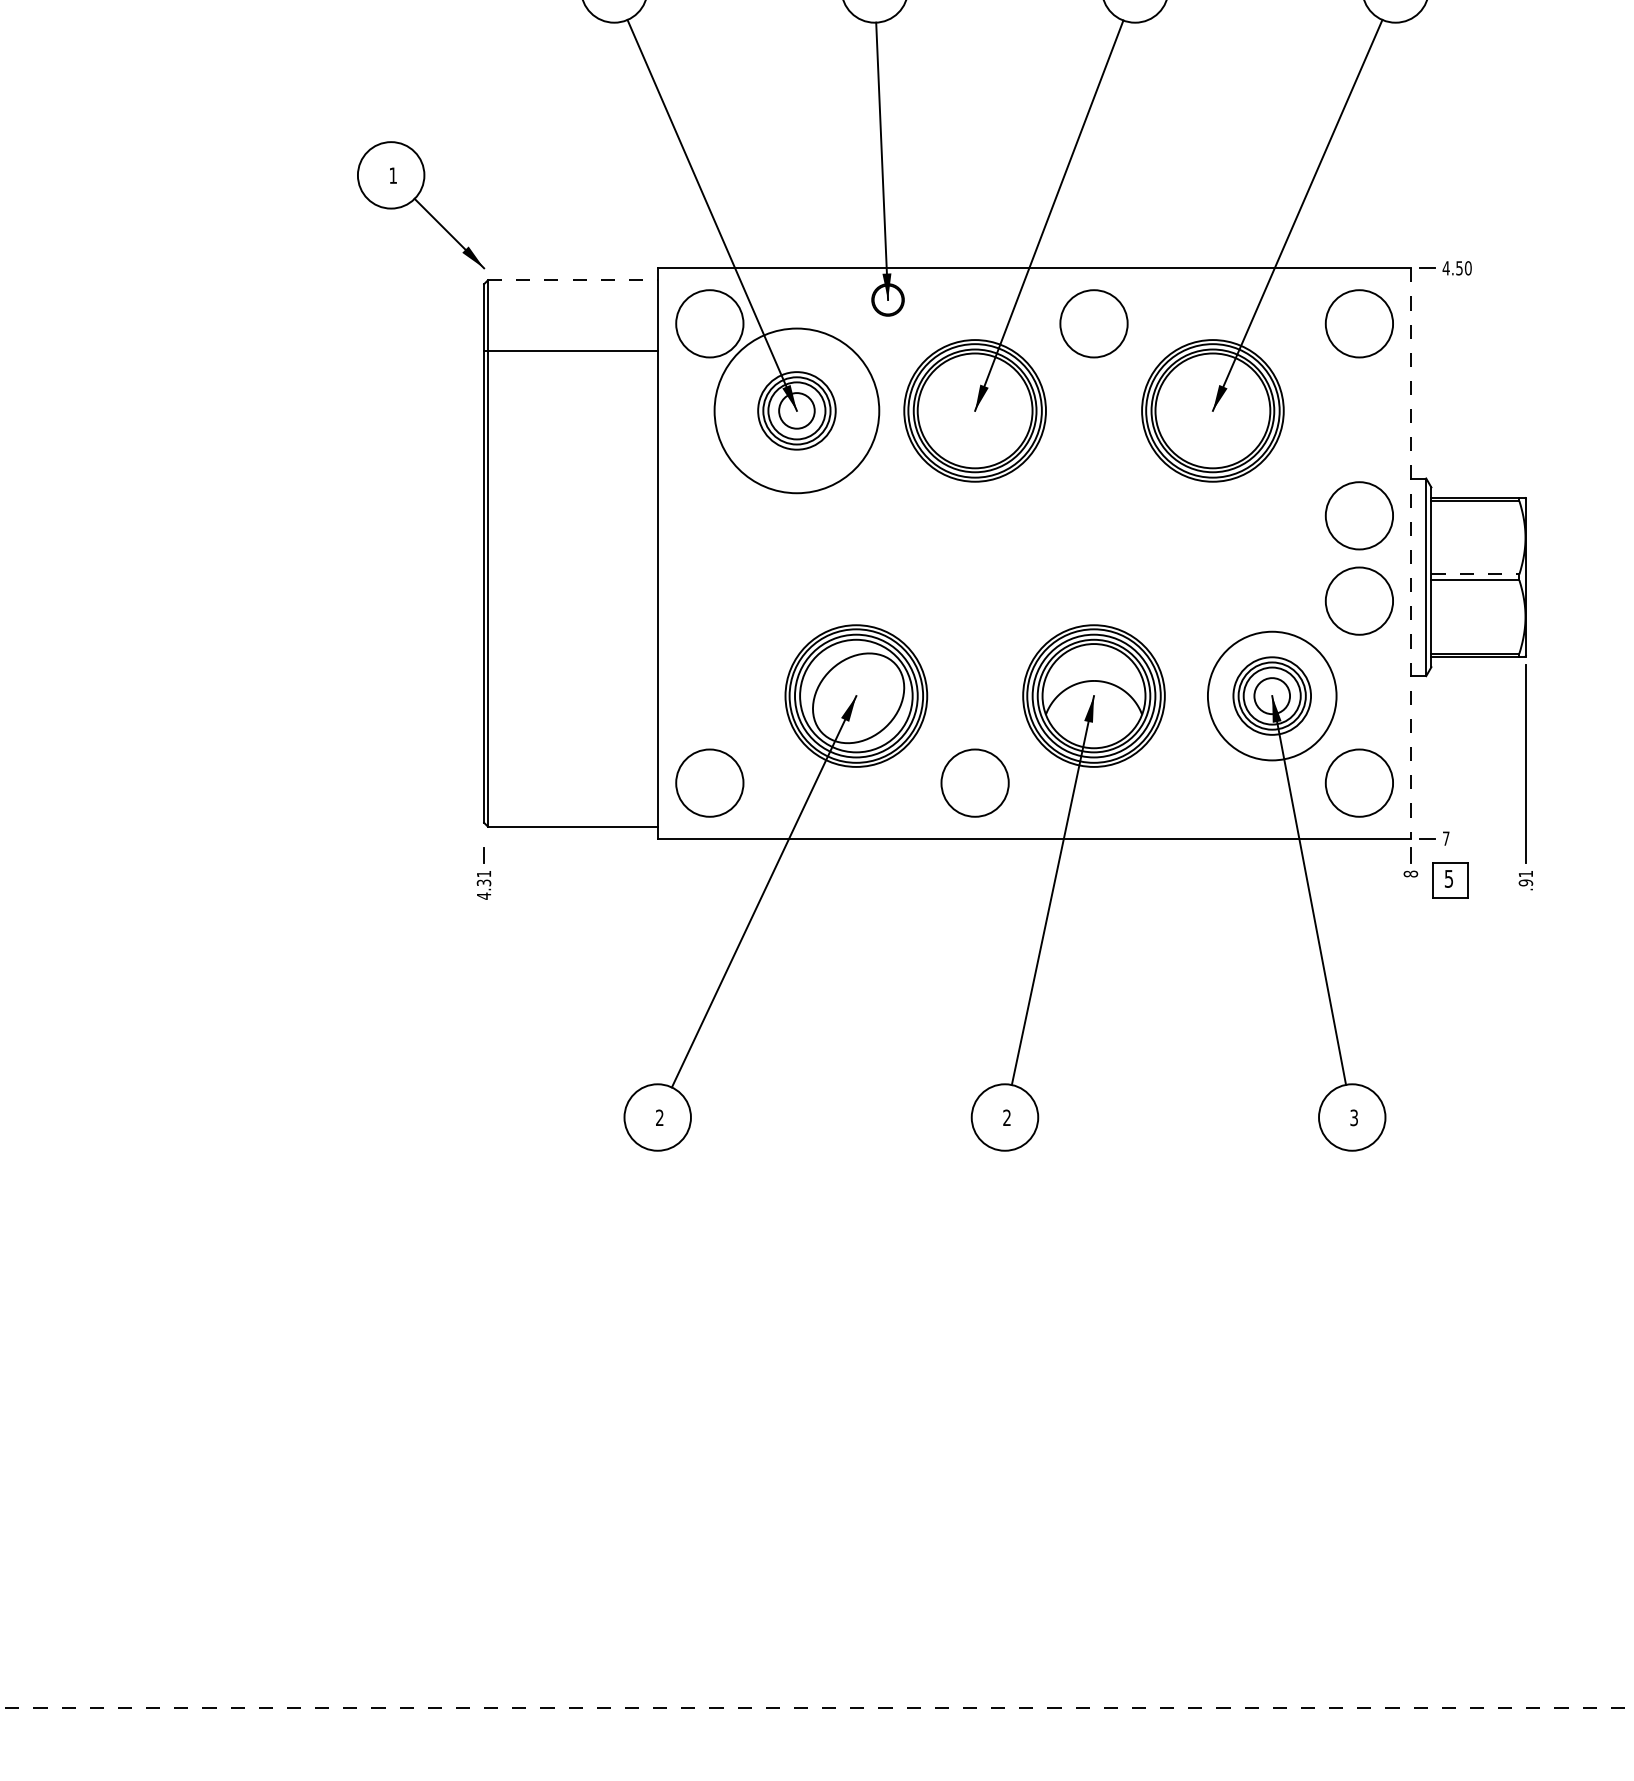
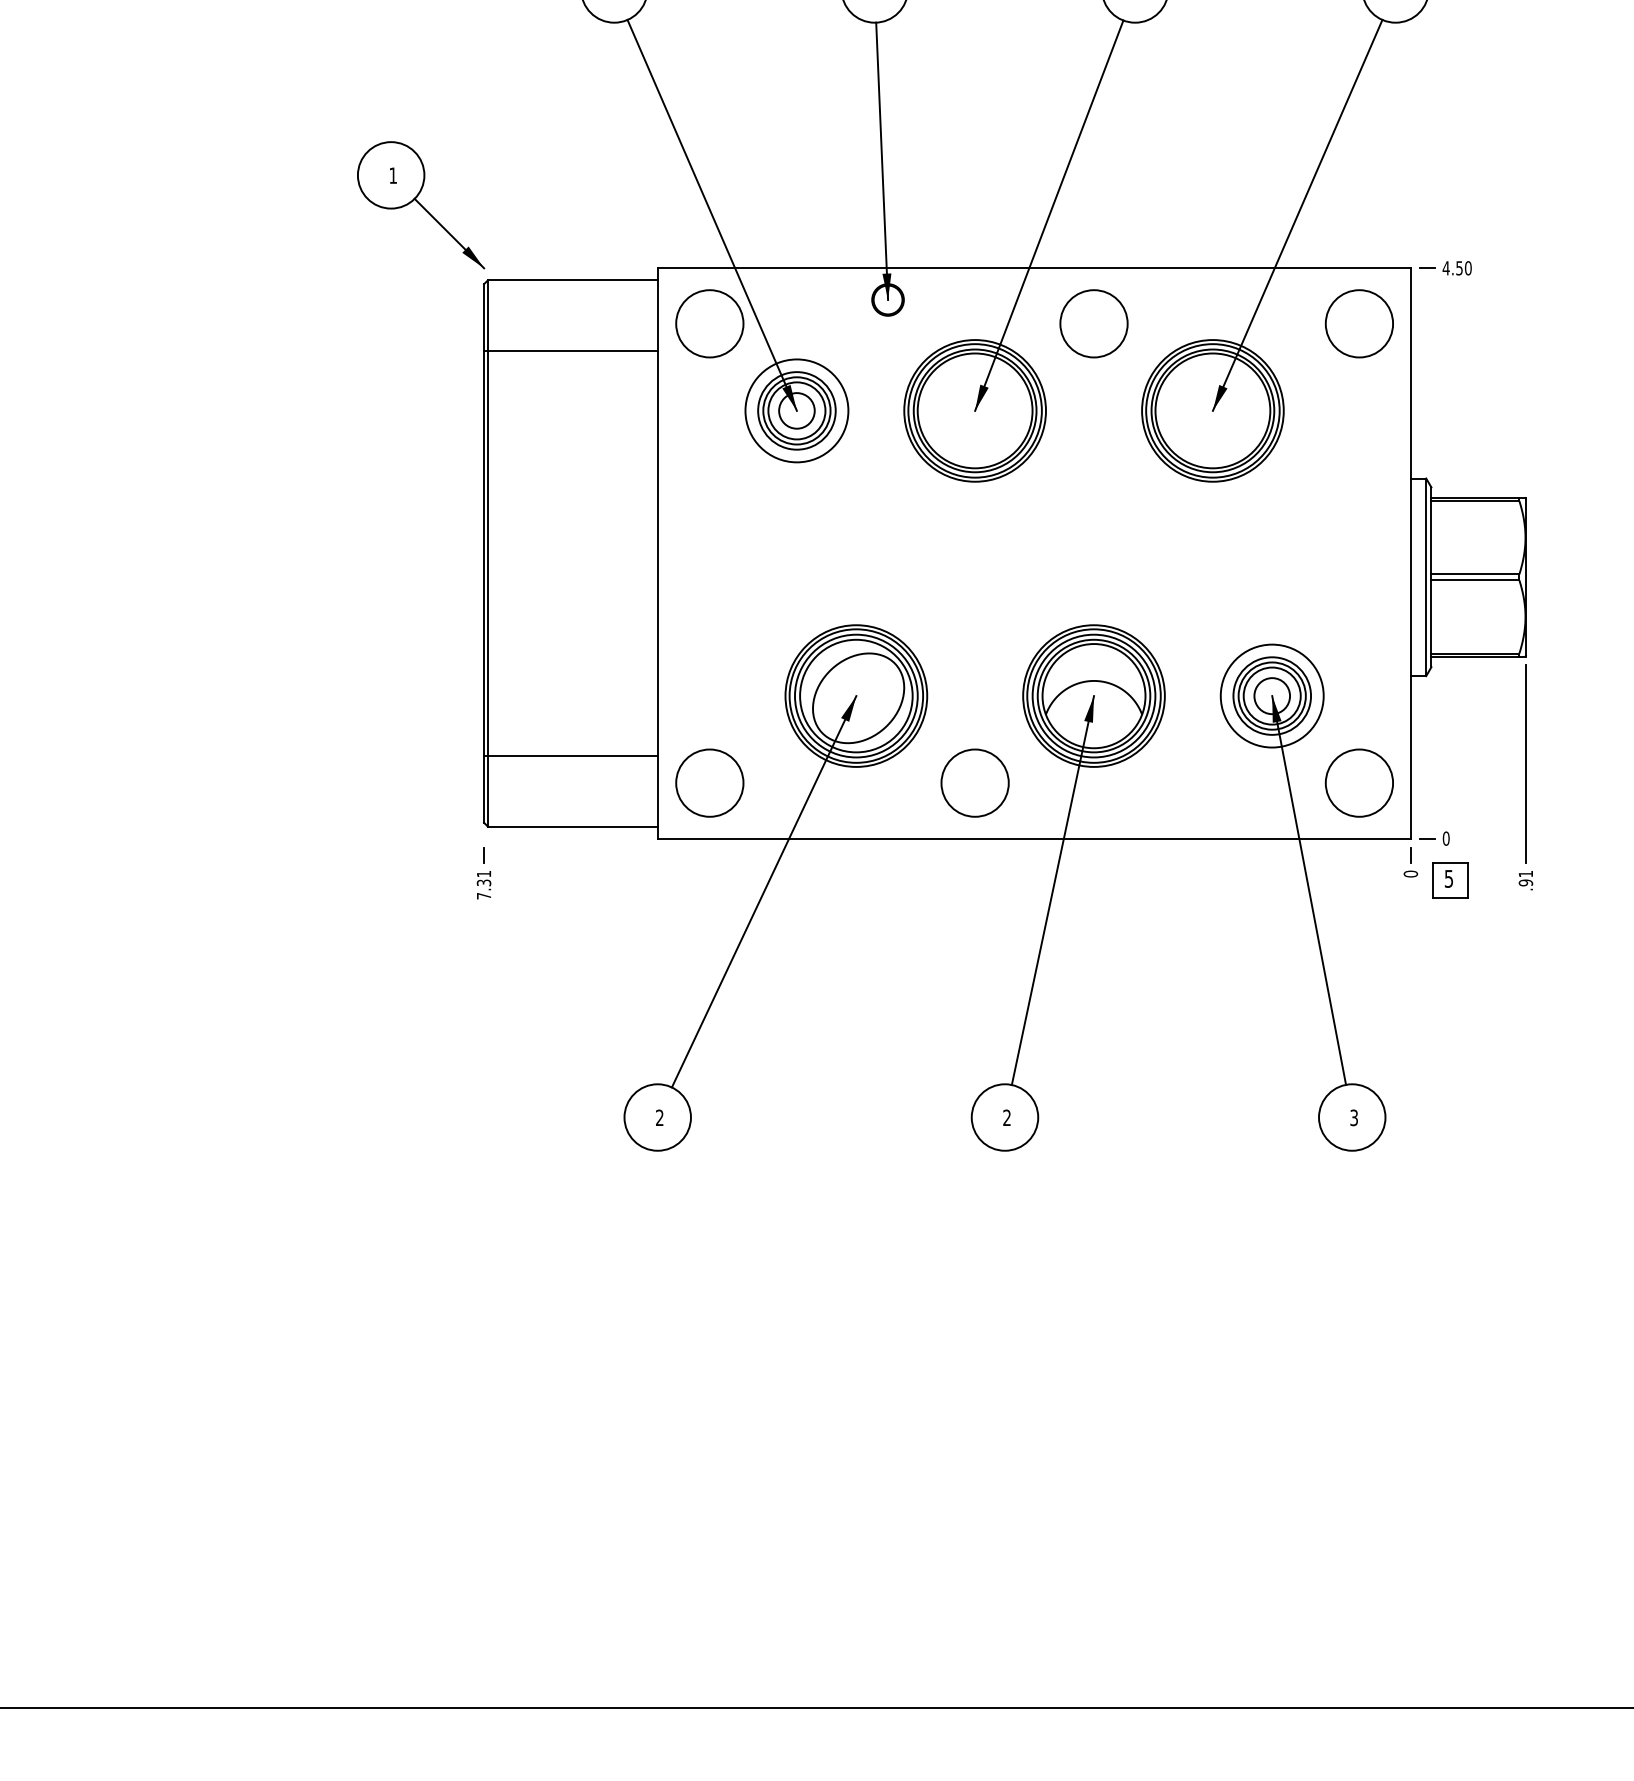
line at (573, 280): dashed -> solid
circle at (796, 410) diameter: 165 px -> 103 px
circle at (1358, 515): present -> none
line at (1410, 554): dashed -> solid
line at (1475, 574): dashed -> solid
circle at (1358, 600): present -> none
circle at (1271, 695) diameter: 129 px -> 103 px
line at (571, 755): none -> present
text at (1445, 838): 7 -> 0
text at (1410, 873): 8 -> 0
text at (484, 895): 4.31 -> 7.31
line at (817, 1708): dashed -> solid
